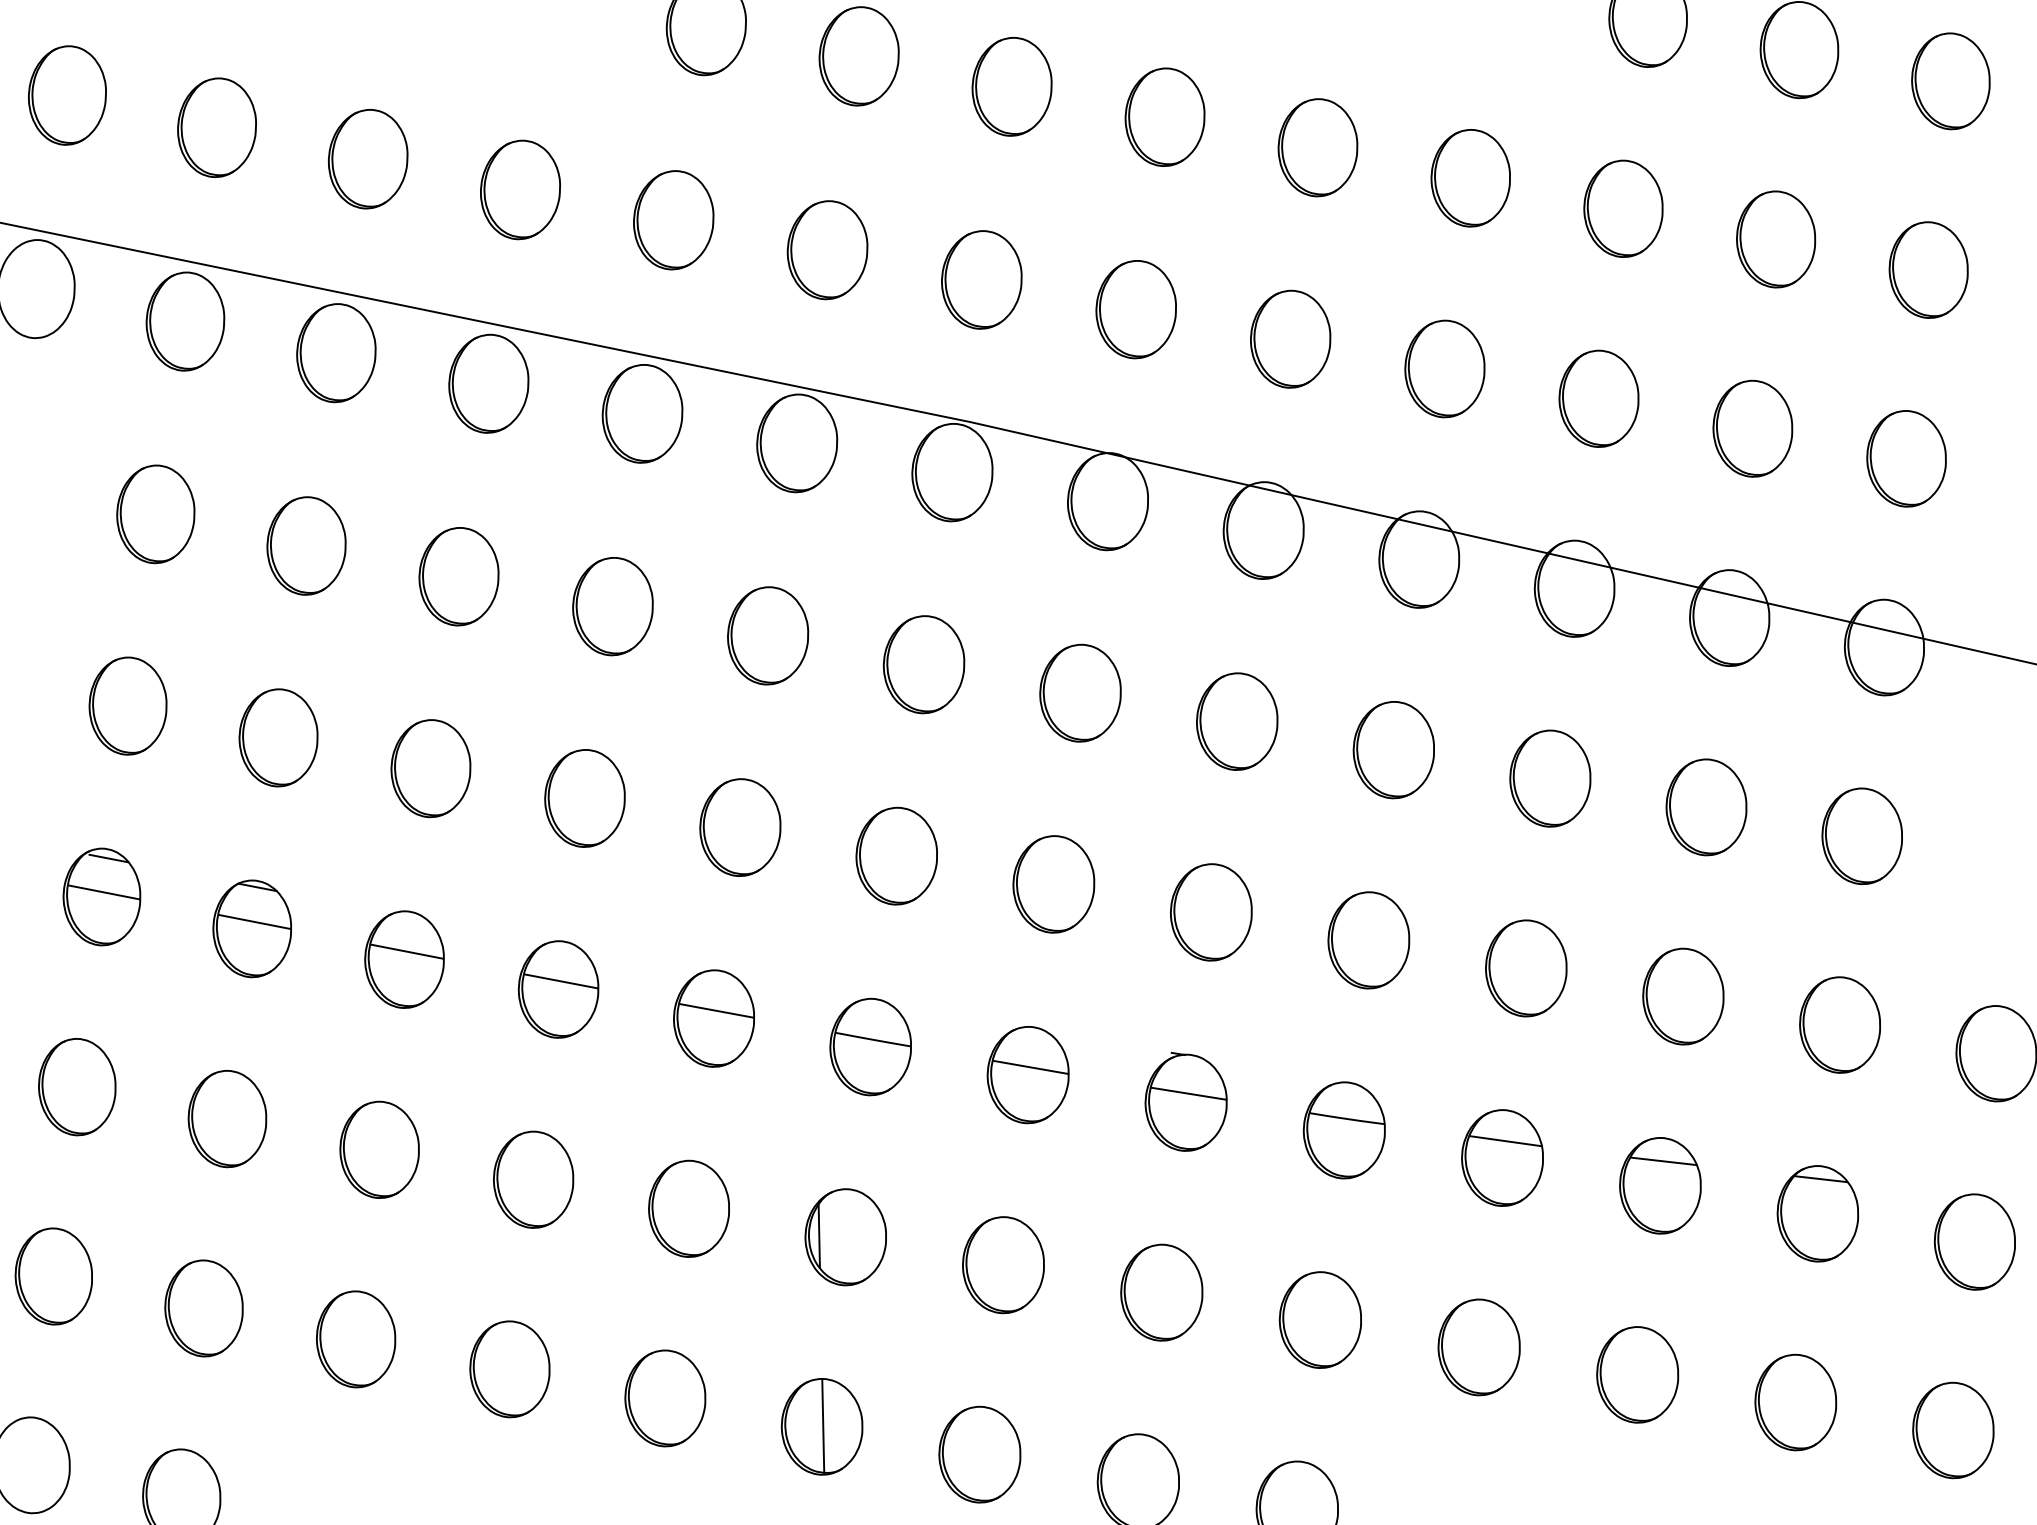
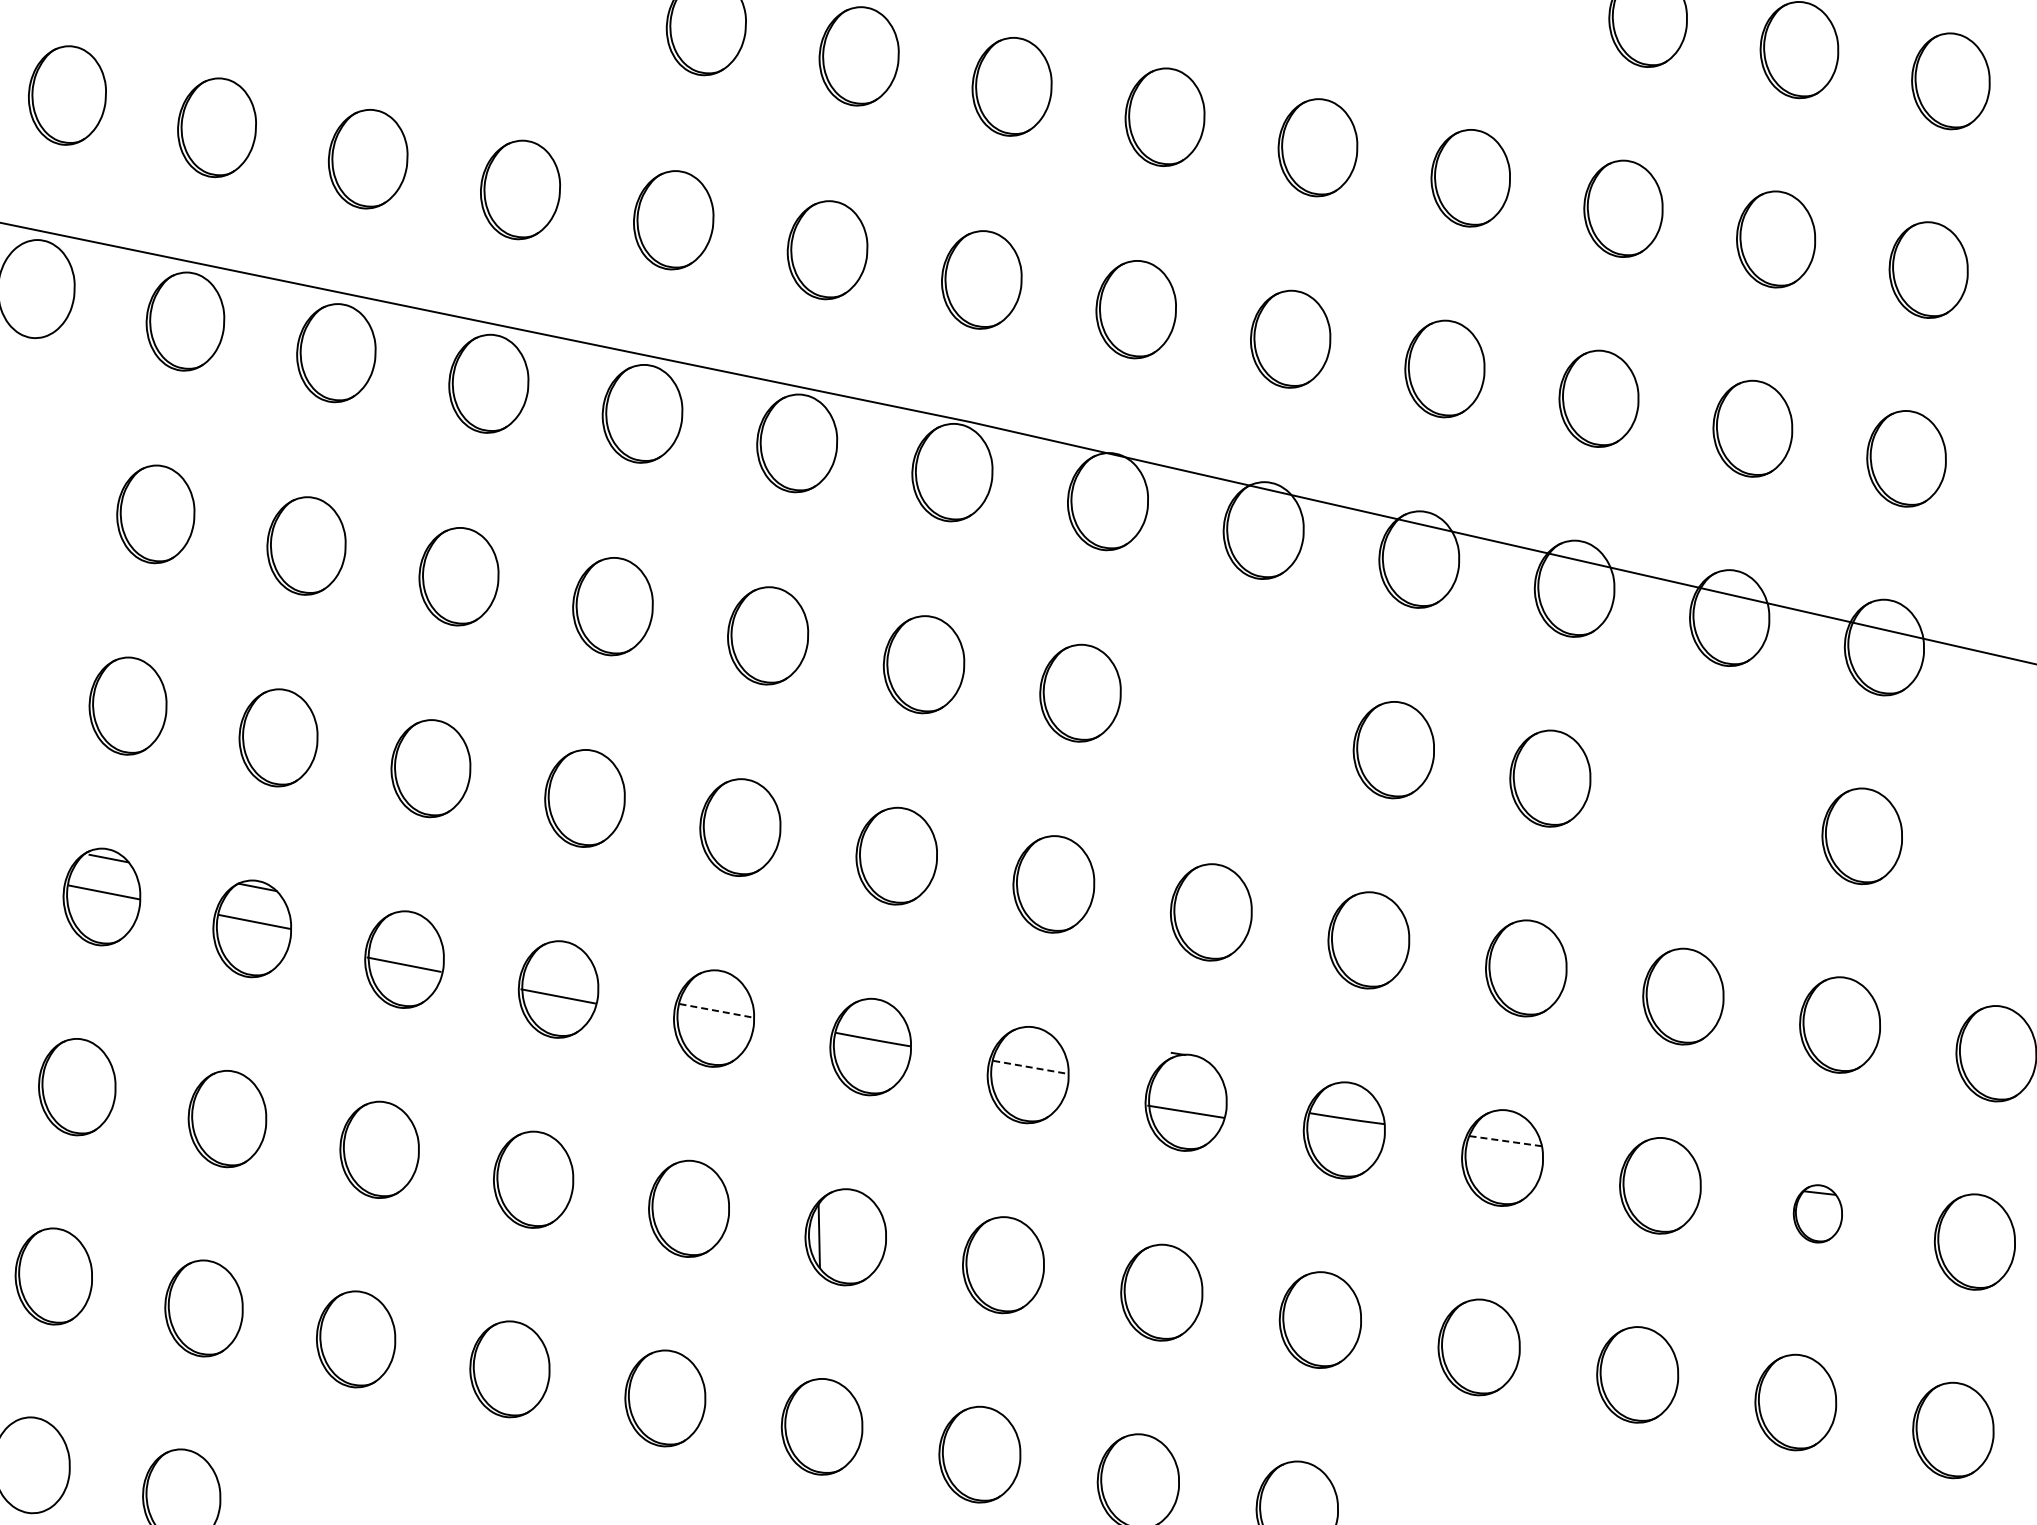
part at (1237, 721): present -> none
part at (1706, 807): present -> none
line at (406, 951) position: (406, 951) -> (403, 964)
line at (560, 981) position: (560, 981) -> (557, 996)
line at (716, 1010): solid -> dashed
line at (1031, 1067): solid -> dashed
line at (1188, 1093) position: (1188, 1093) -> (1185, 1111)
line at (1506, 1141): solid -> dashed
line at (1663, 1161): present -> none
part at (1817, 1213) size: 84x98 px -> 51x60 px
line at (823, 1425): present -> none
